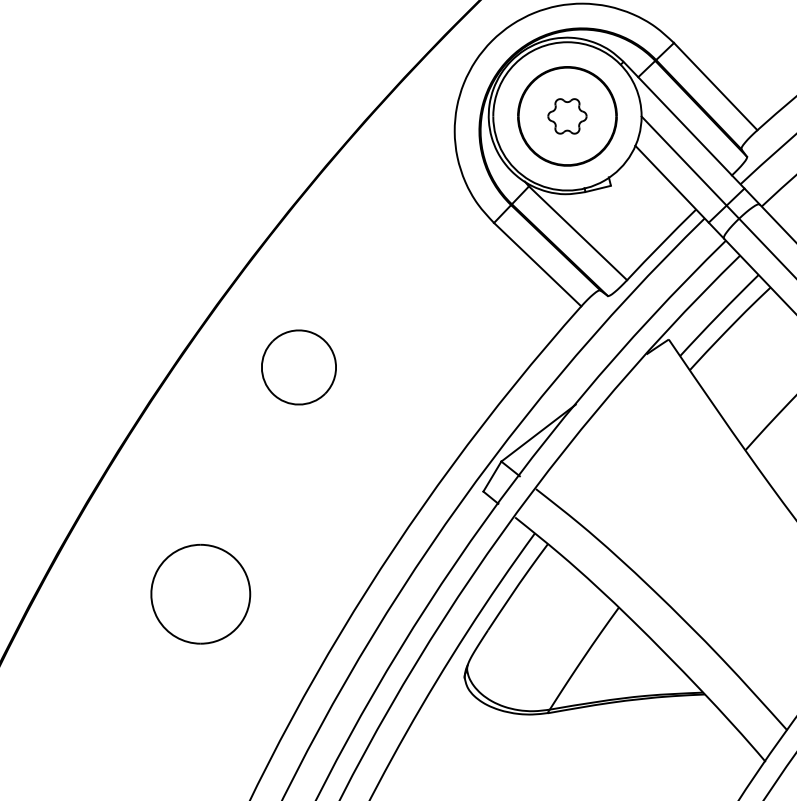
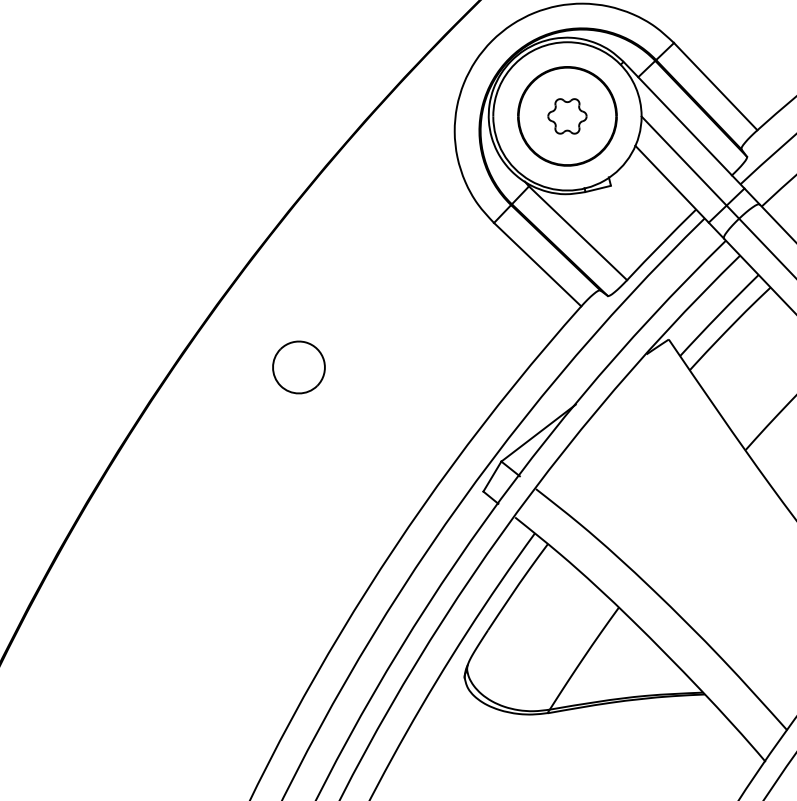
part at (298, 367) size: 76x77 px -> 54x55 px
part at (200, 593): present -> none
